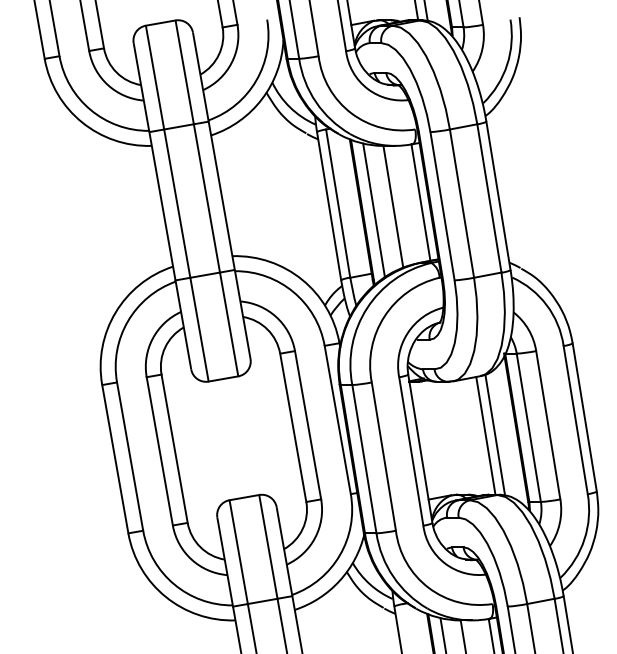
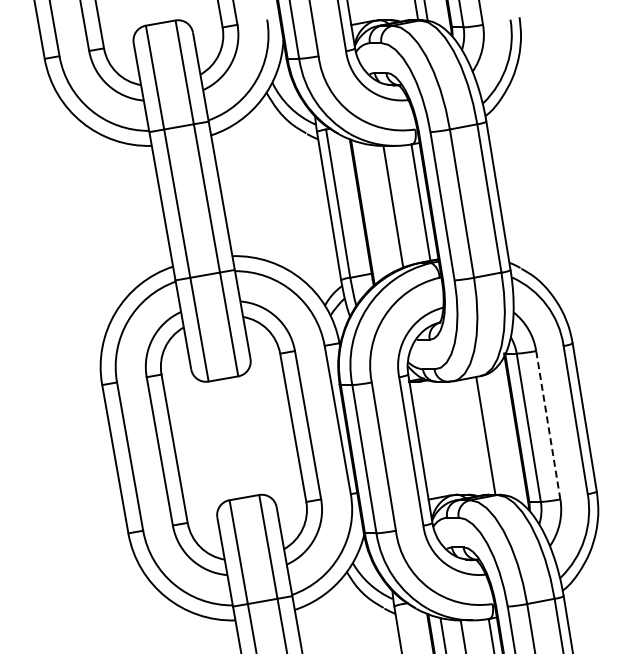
line at (373, 210): present -> none
line at (548, 424): solid -> dashed
line at (495, 434): present -> none
